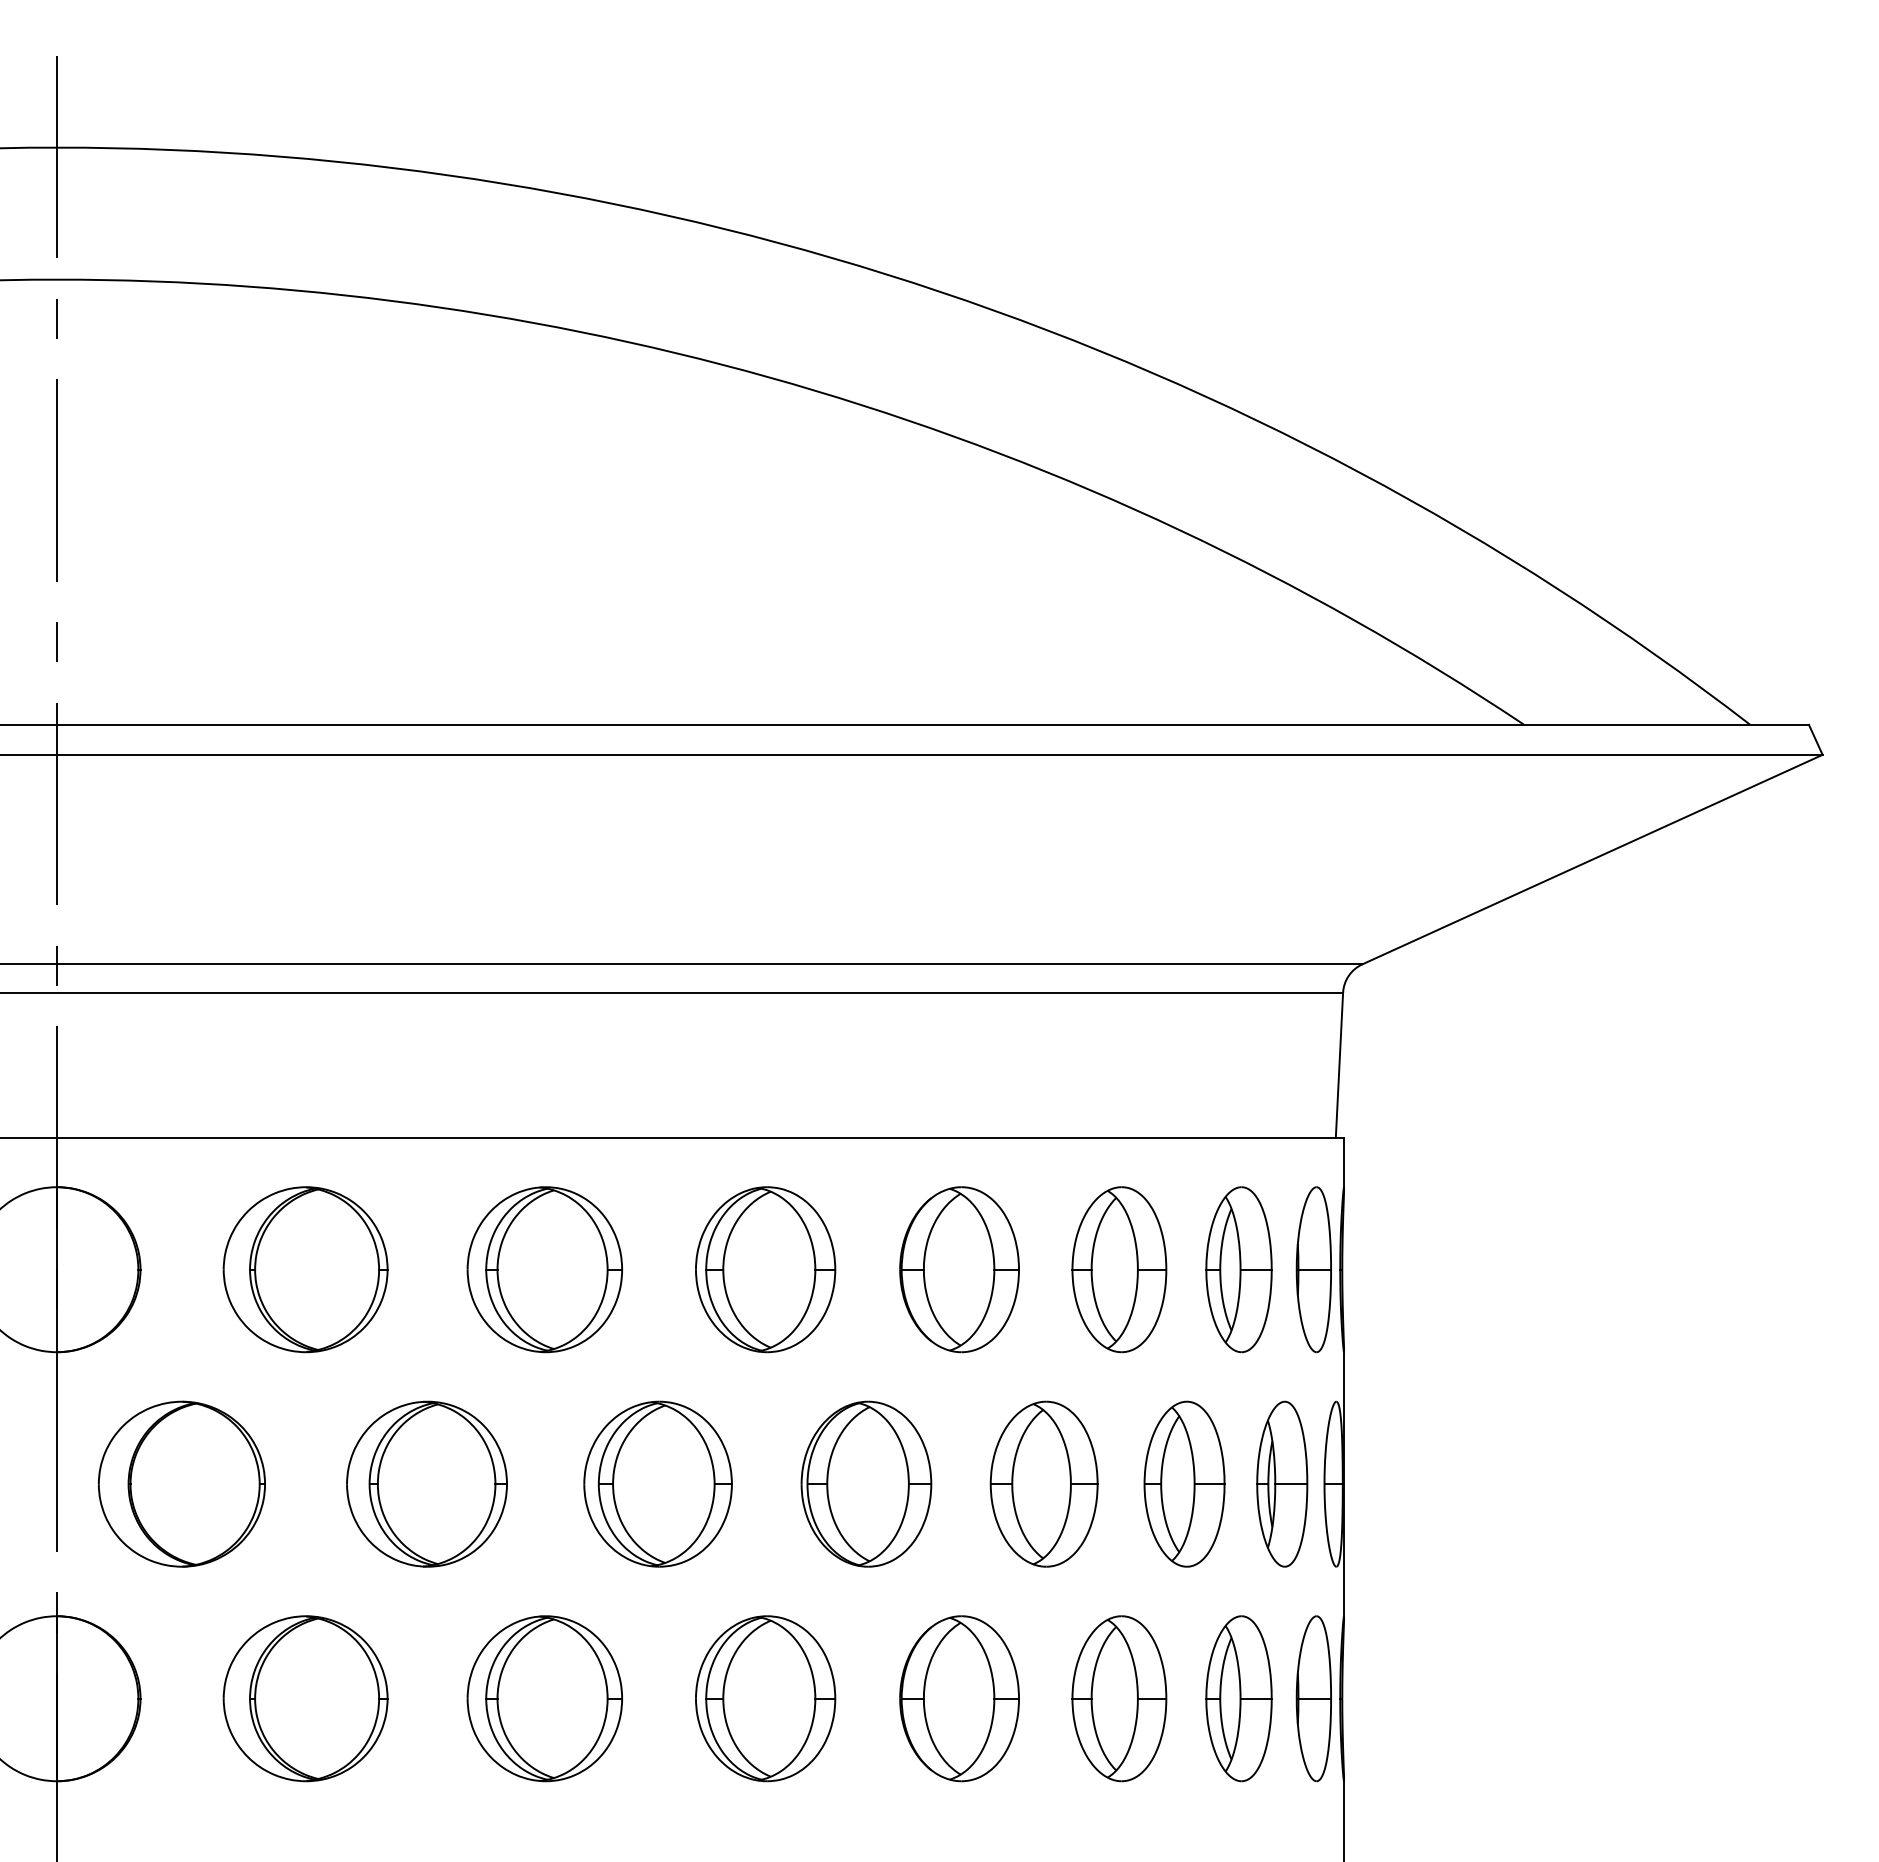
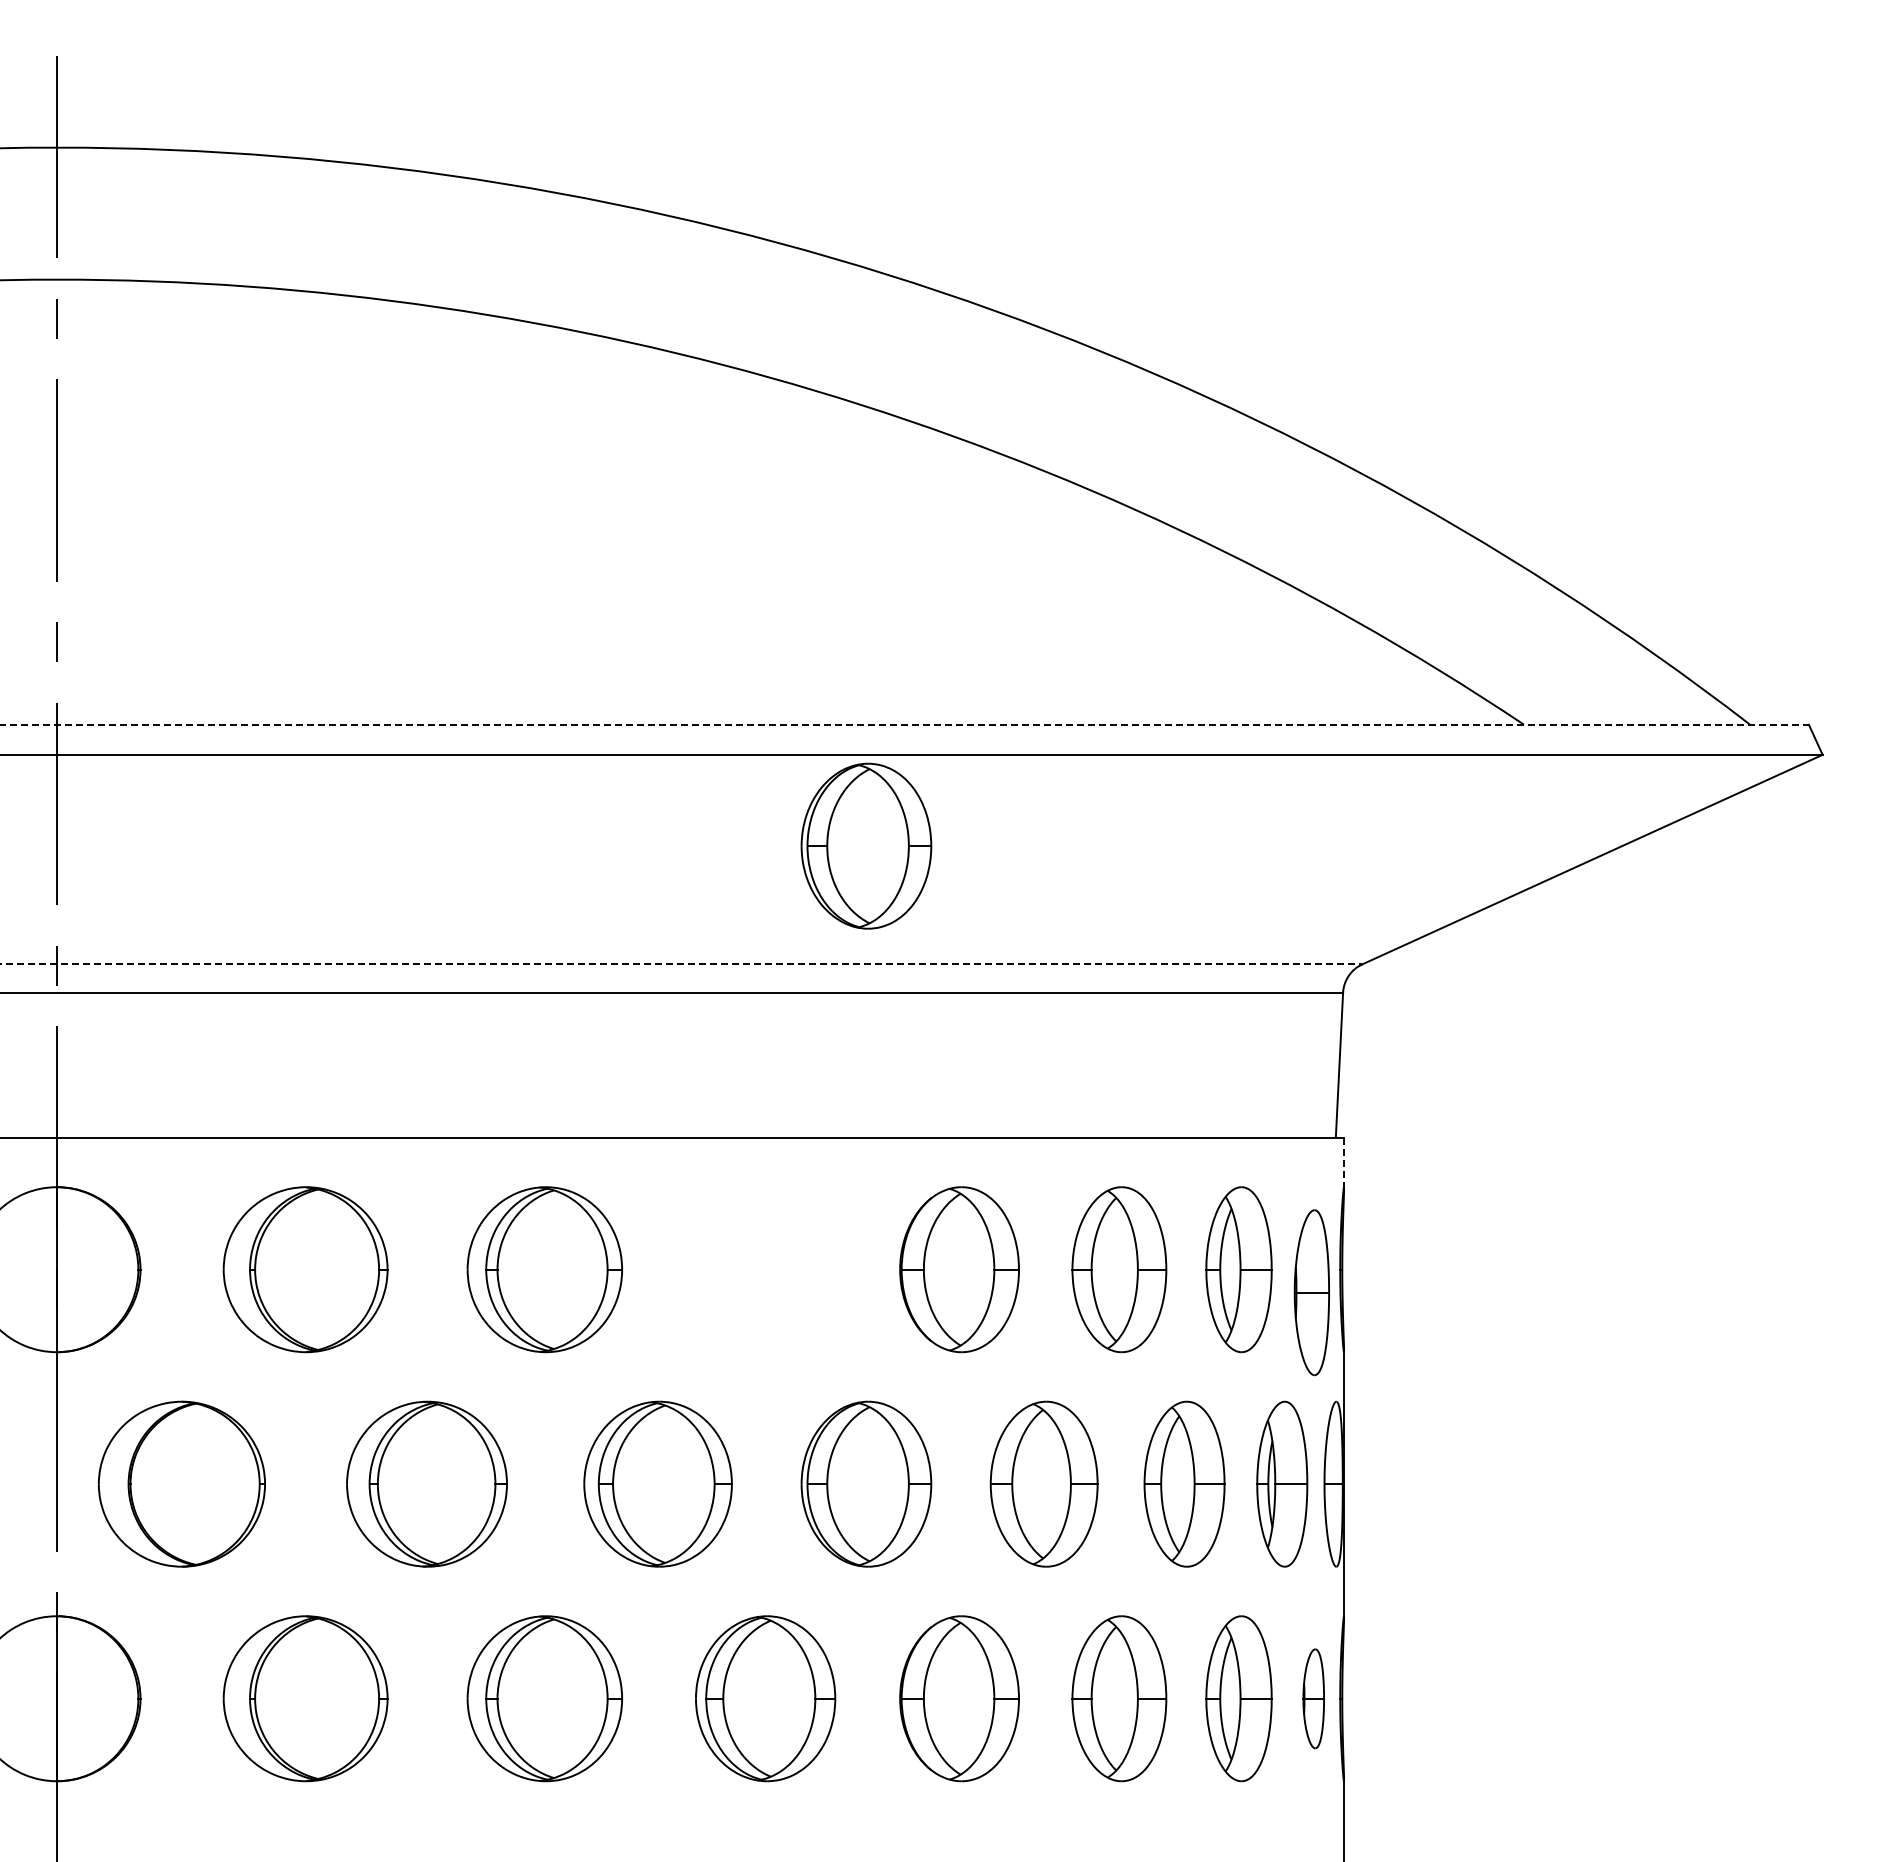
line at (904, 724): solid -> dashed
part at (866, 845): none -> present
line at (681, 964): solid -> dashed
line at (1344, 1162): solid -> dashed
part at (765, 1269): present -> none
part at (1313, 1269) position: (1313, 1269) -> (1311, 1292)
part at (1313, 1698) size: 37x168 px -> 23x102 px
